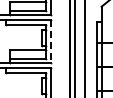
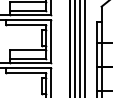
line at (51, 41): dashed -> solid
line at (79, 48): none -> present
